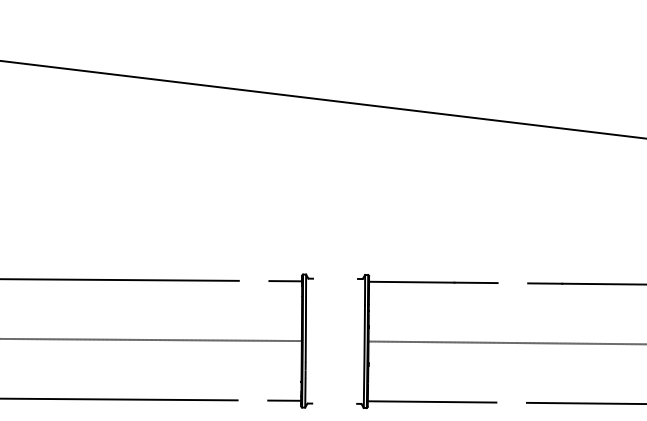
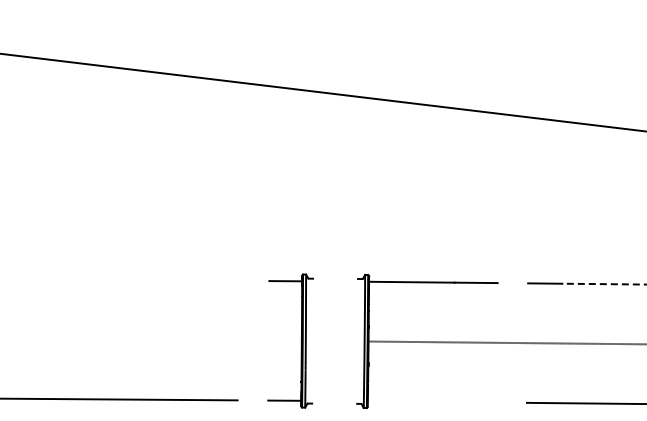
line at (322, 99) position: (322, 99) -> (322, 92)
line at (120, 279): present -> none
line at (604, 284): solid -> dashed
line at (151, 339): present -> none
line at (431, 401): present -> none
